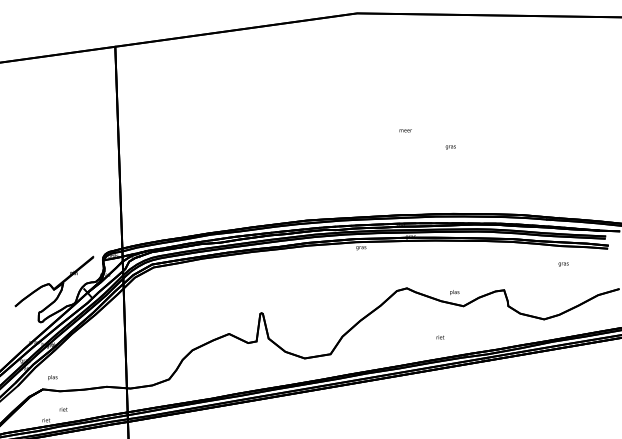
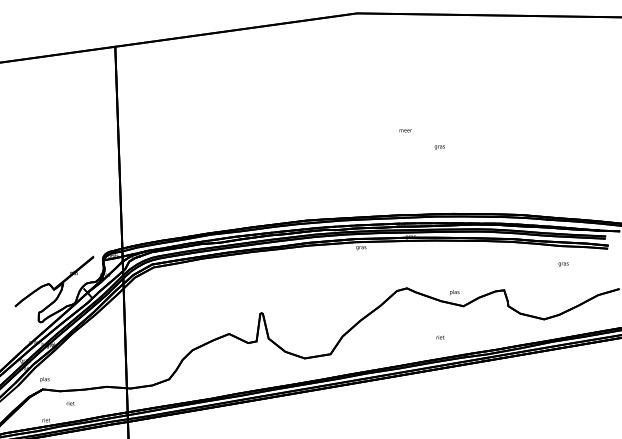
text at (450, 147) position: (450, 147) -> (439, 147)
text at (52, 377) position: (52, 377) -> (44, 379)
text at (63, 409) position: (63, 409) -> (70, 403)
